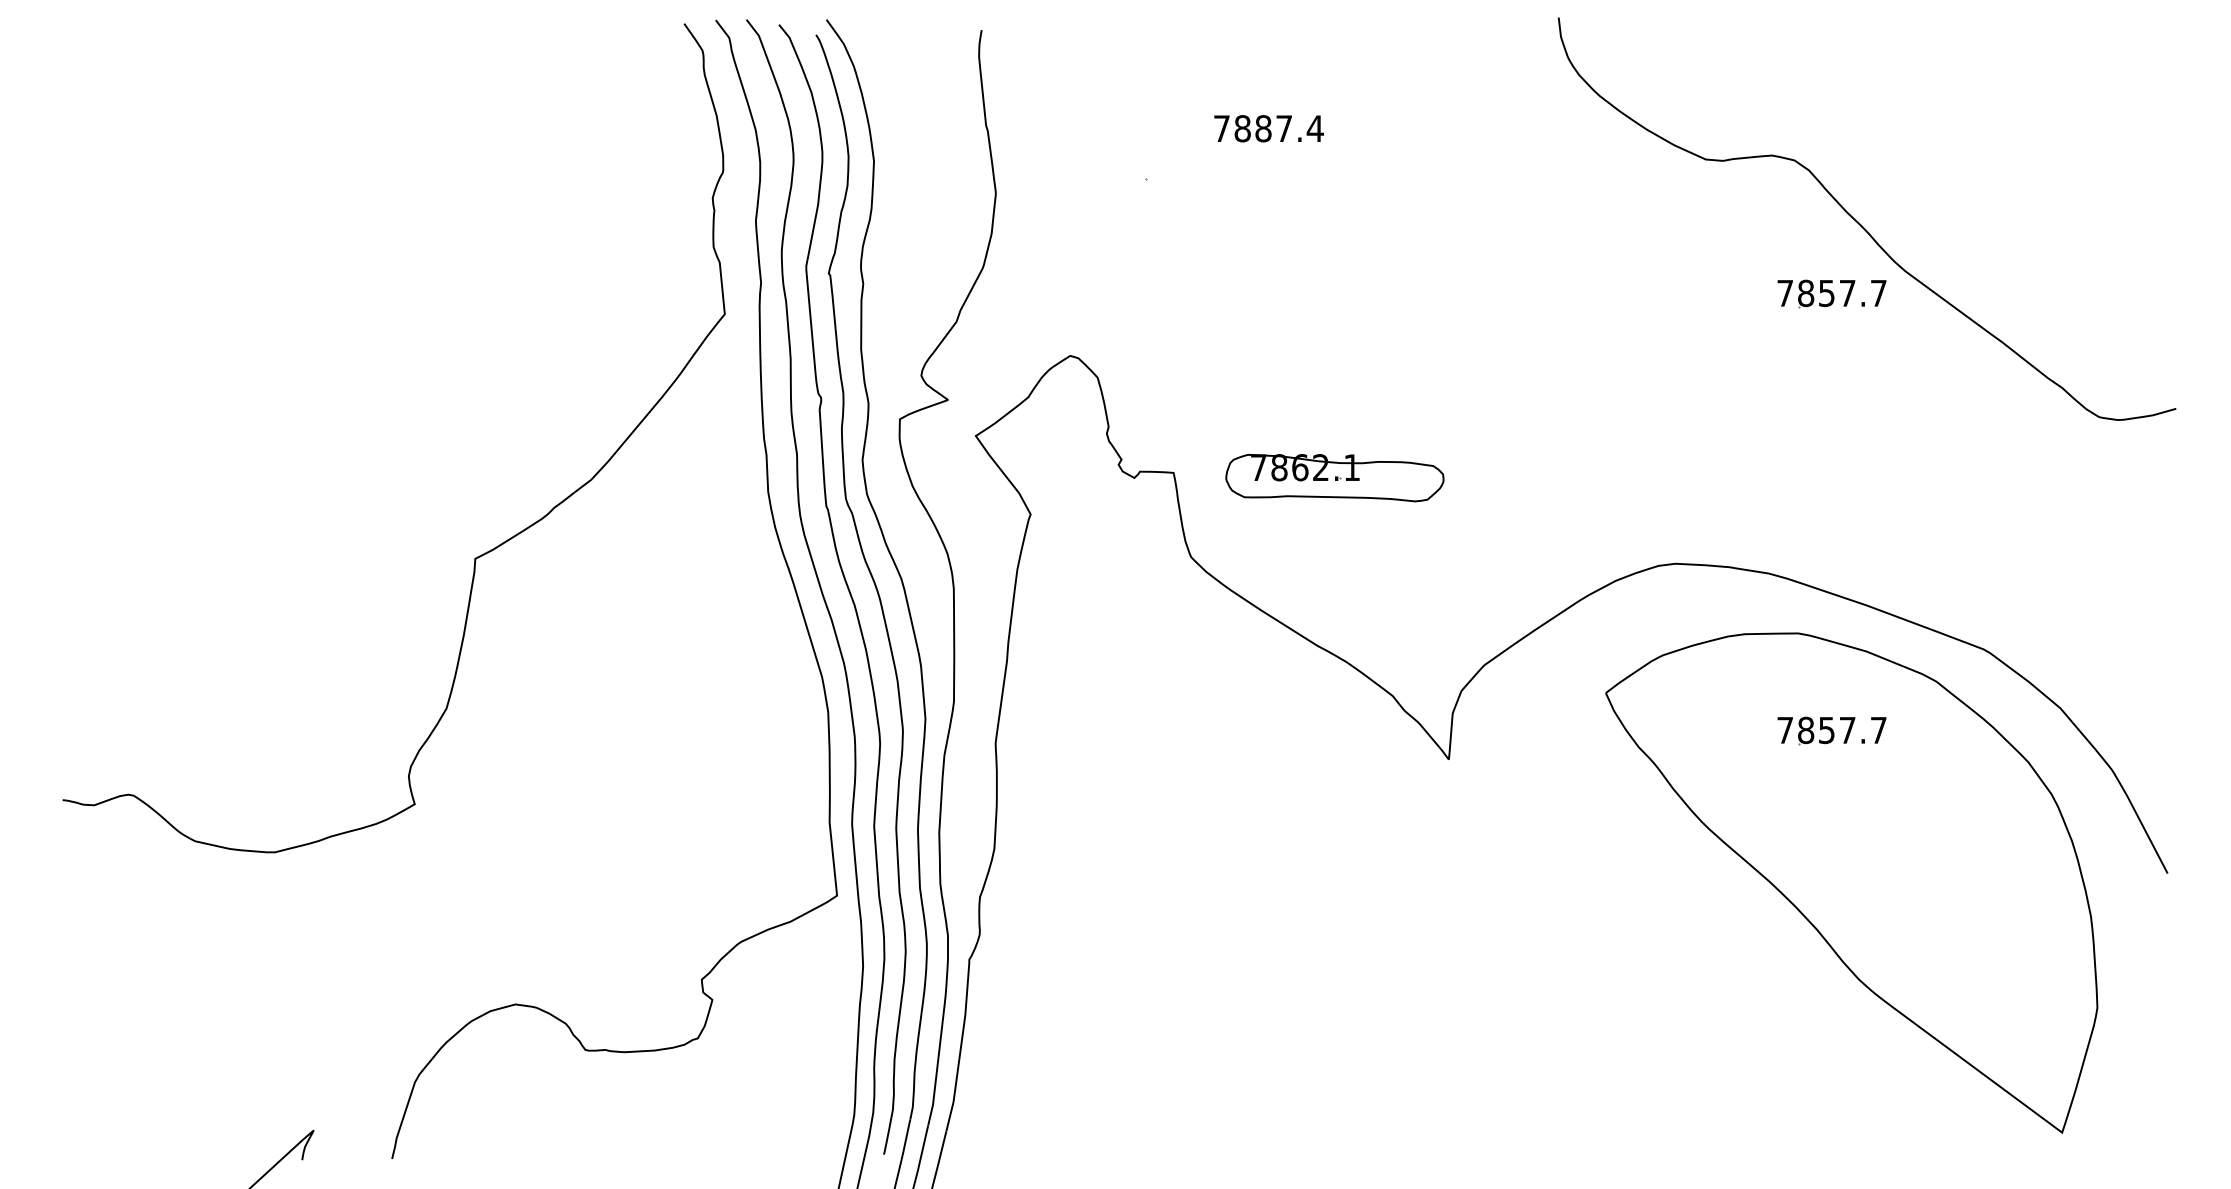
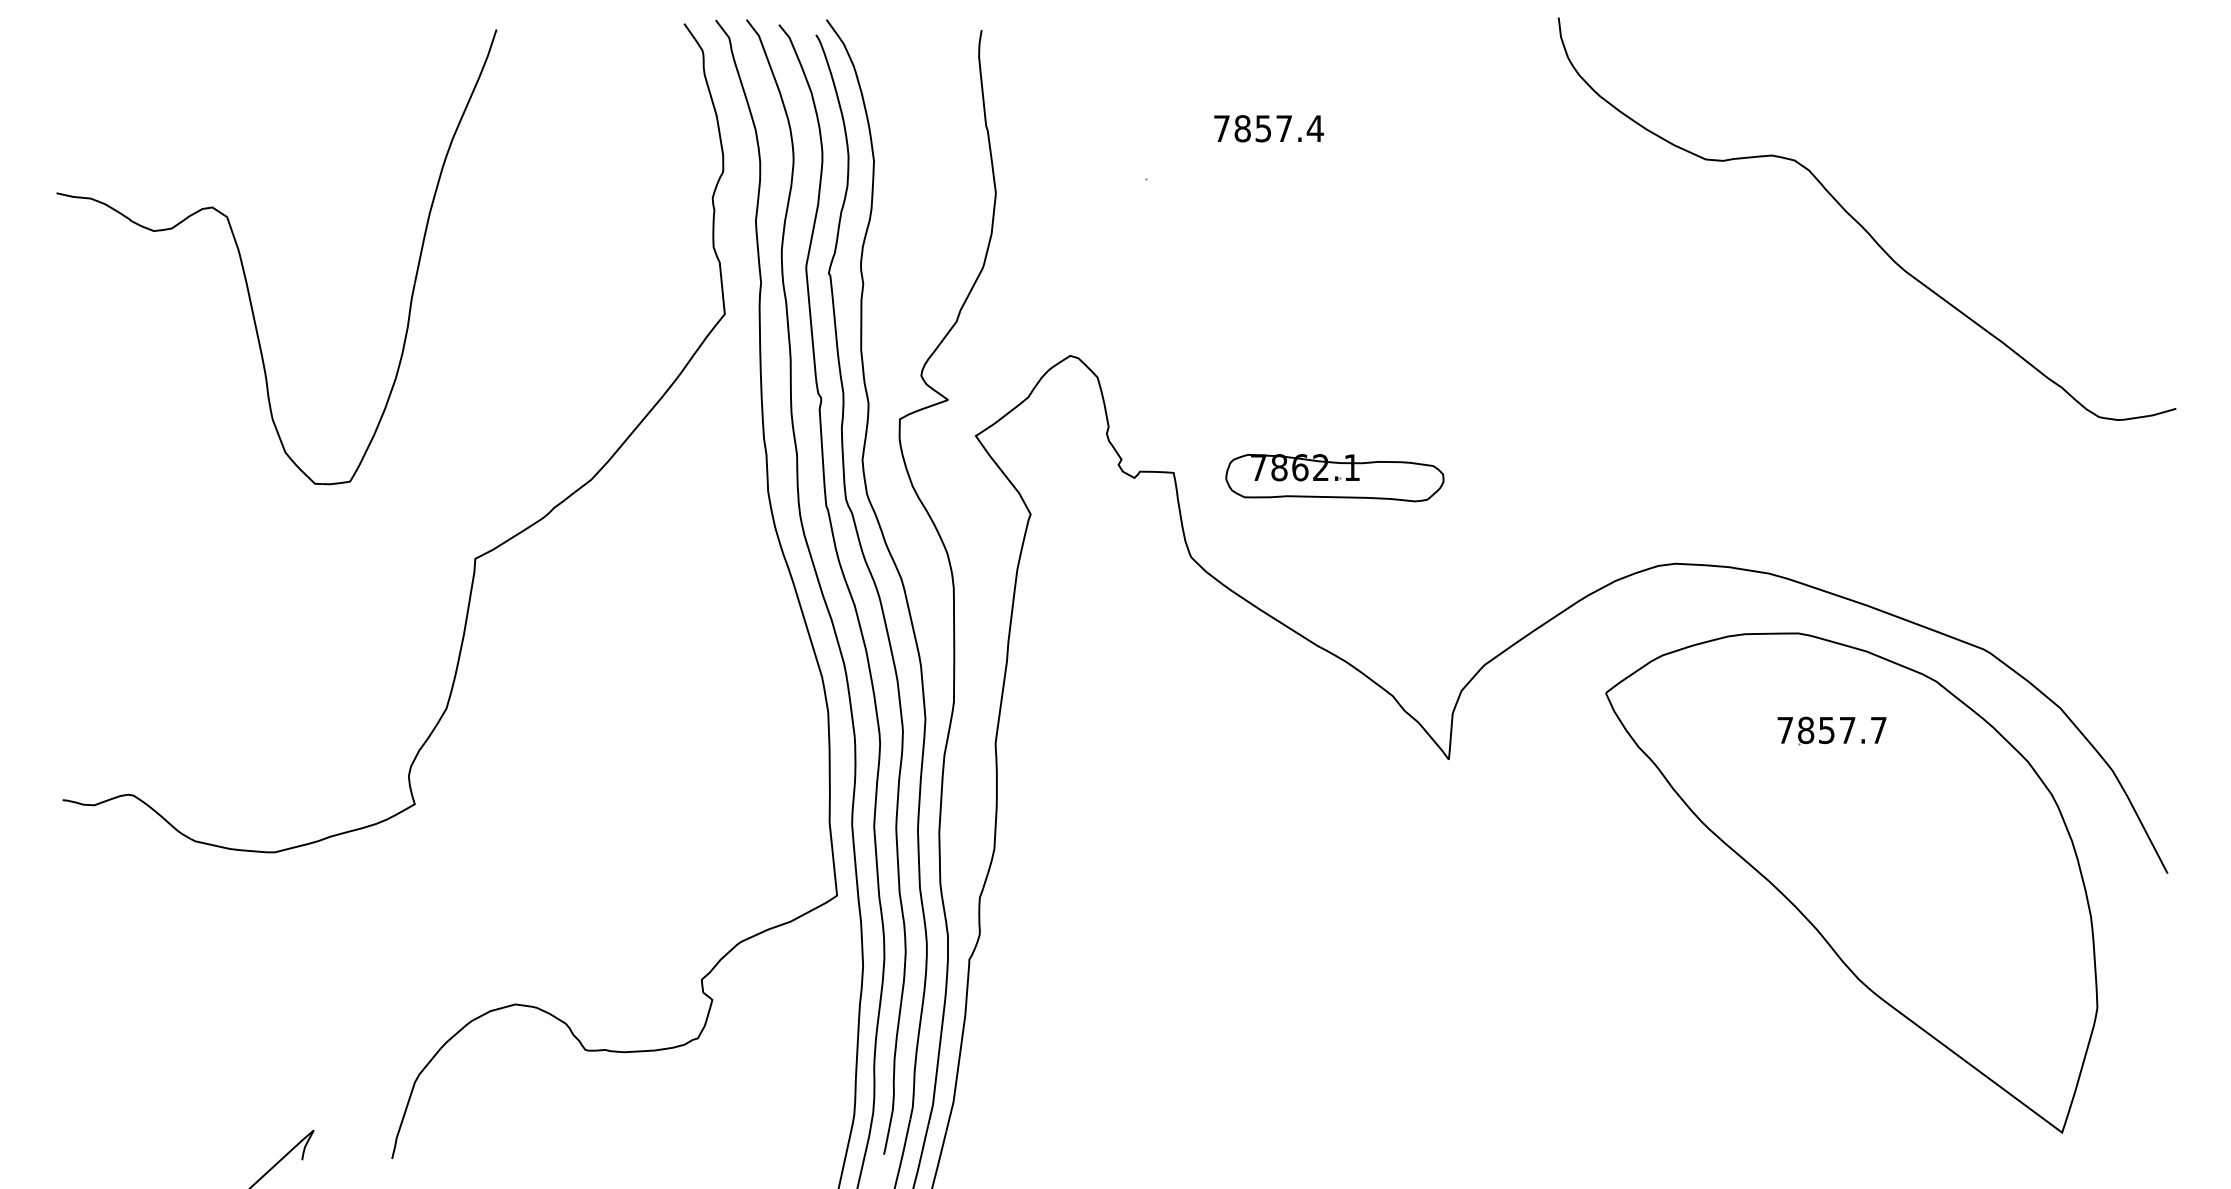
text at (1263, 128): 7887.4 -> 7857.4
part at (243, 264): none -> present
part at (1831, 293): present -> none
